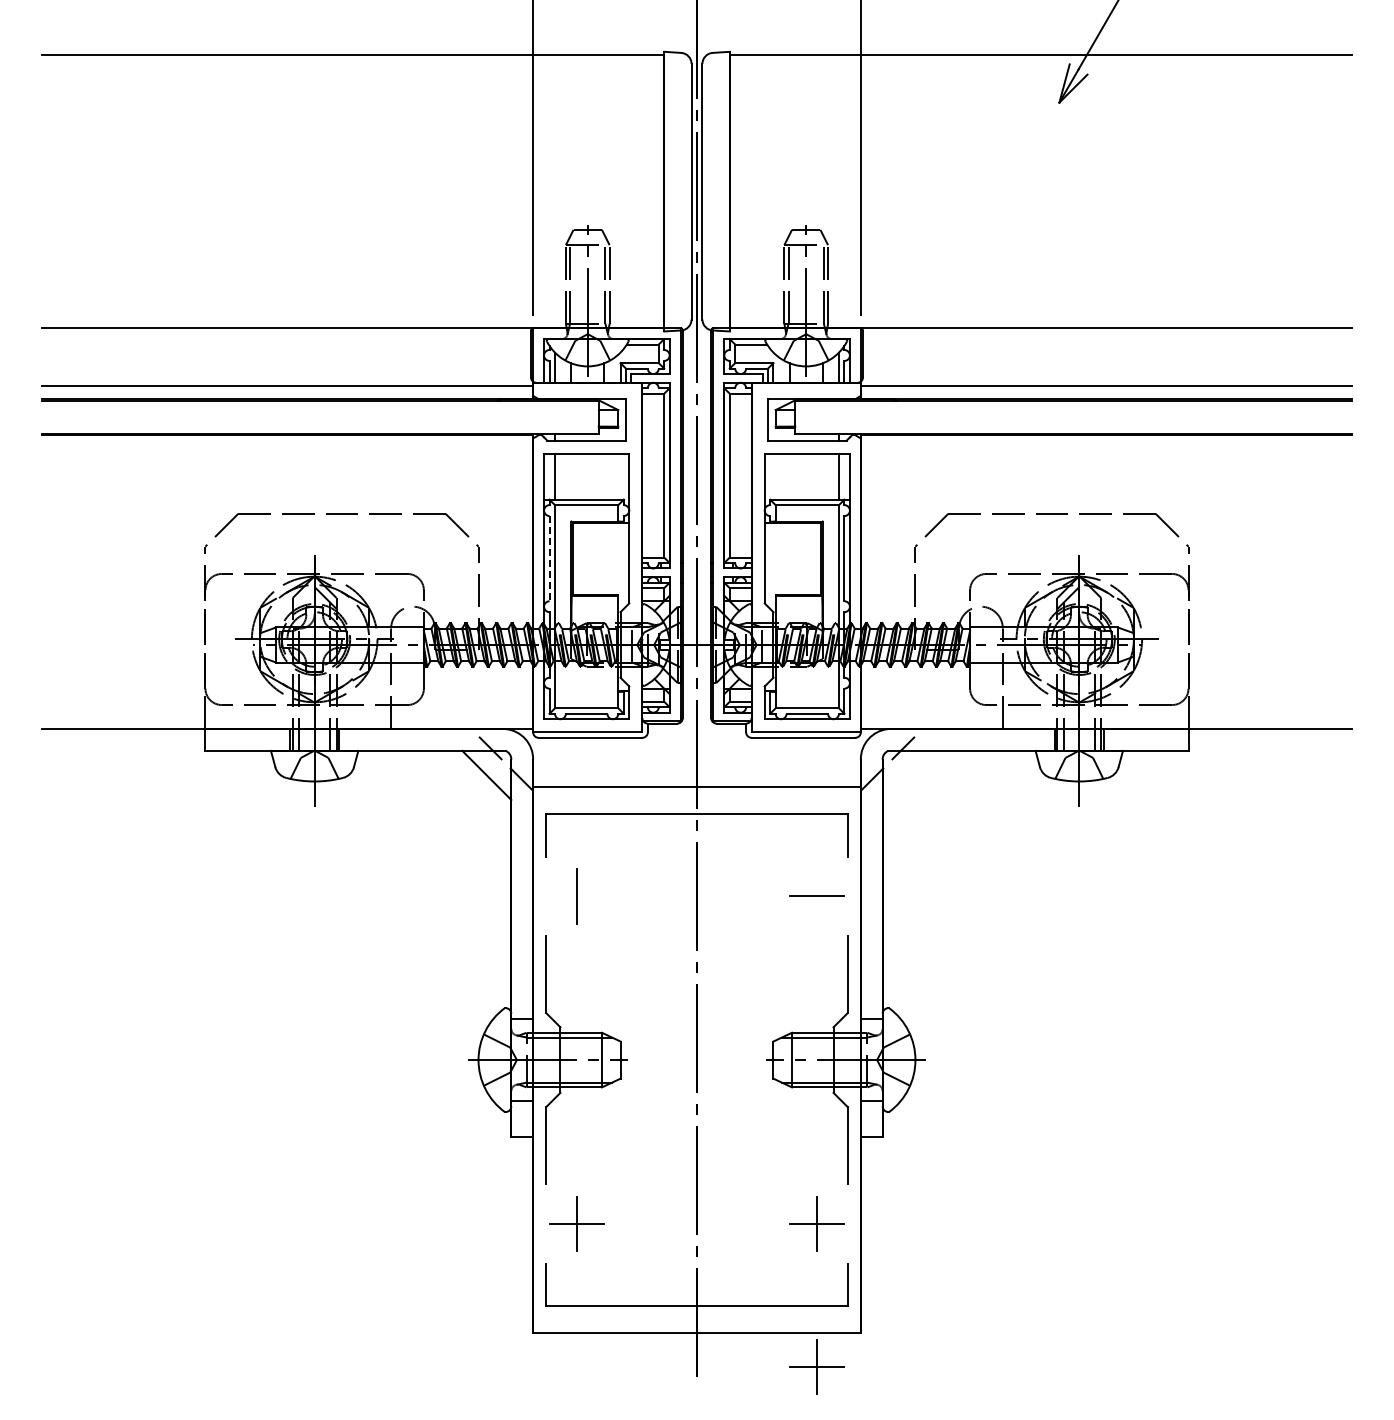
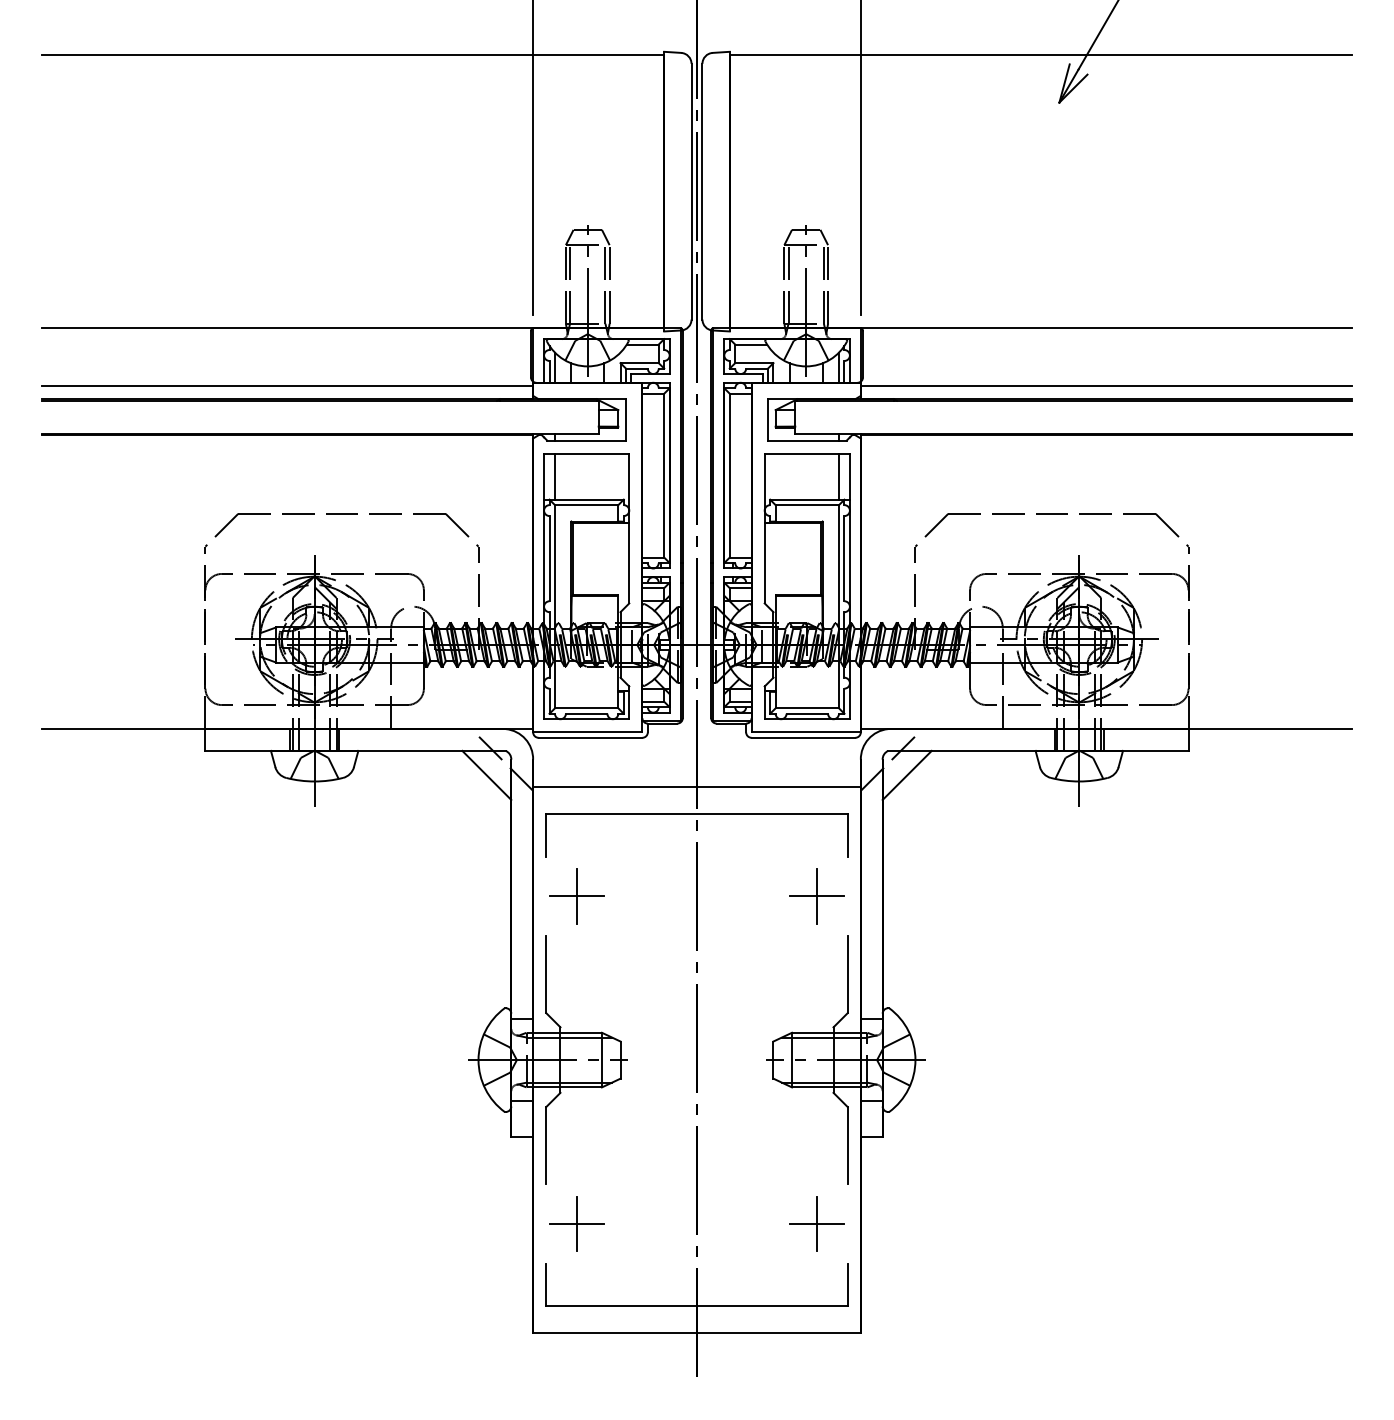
line at (549, 558): dashed -> solid
line at (906, 774): none -> present
line at (817, 895): none -> present
line at (576, 896): none -> present
part at (816, 1366): present -> none
